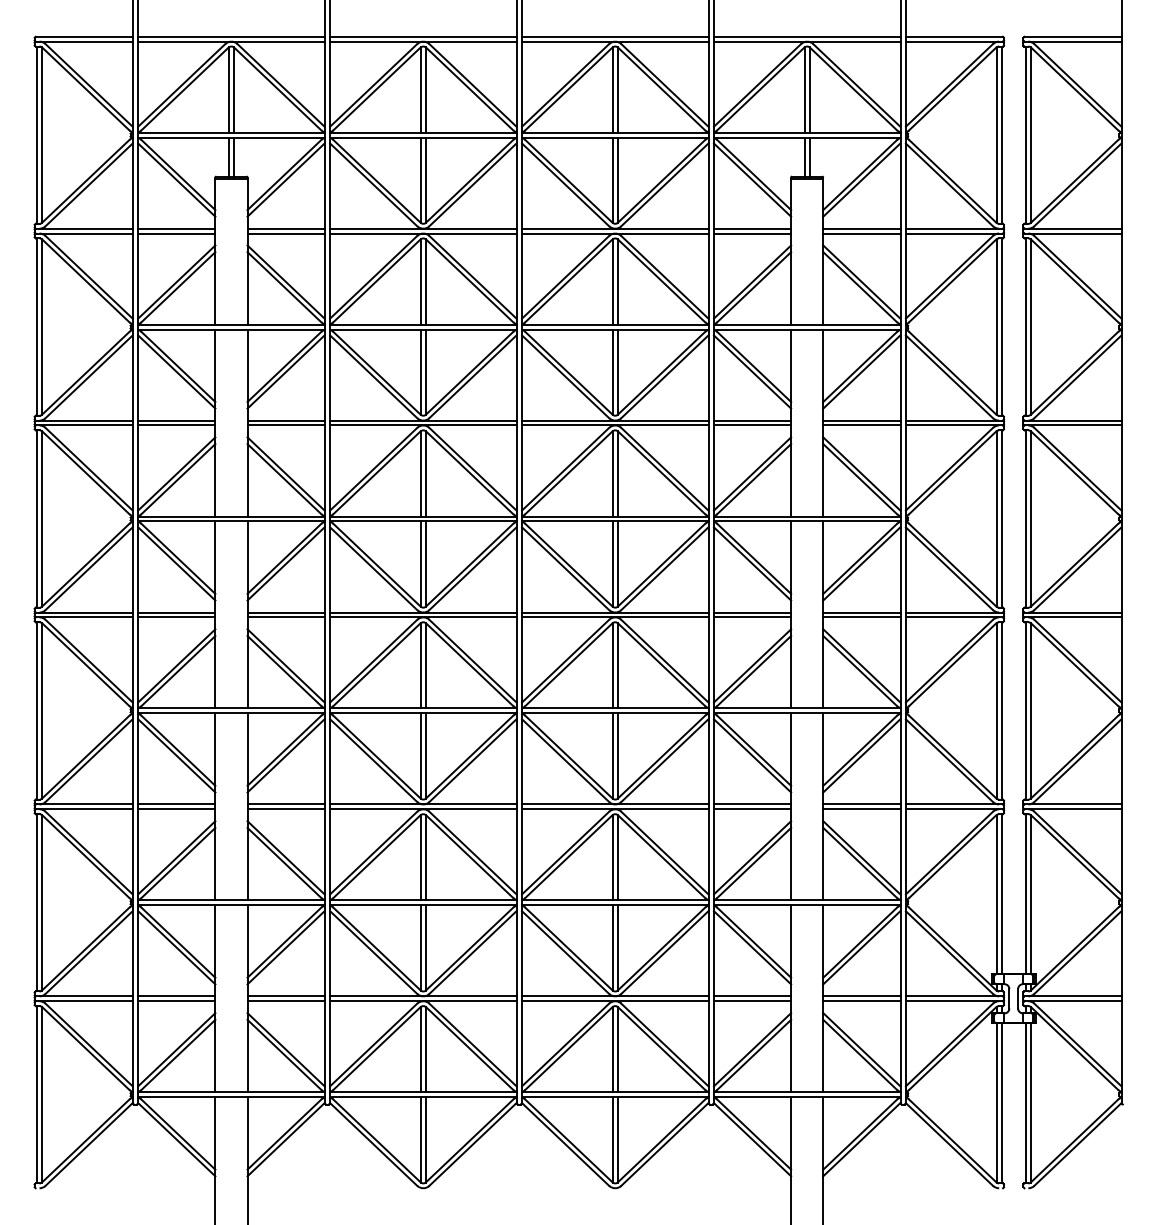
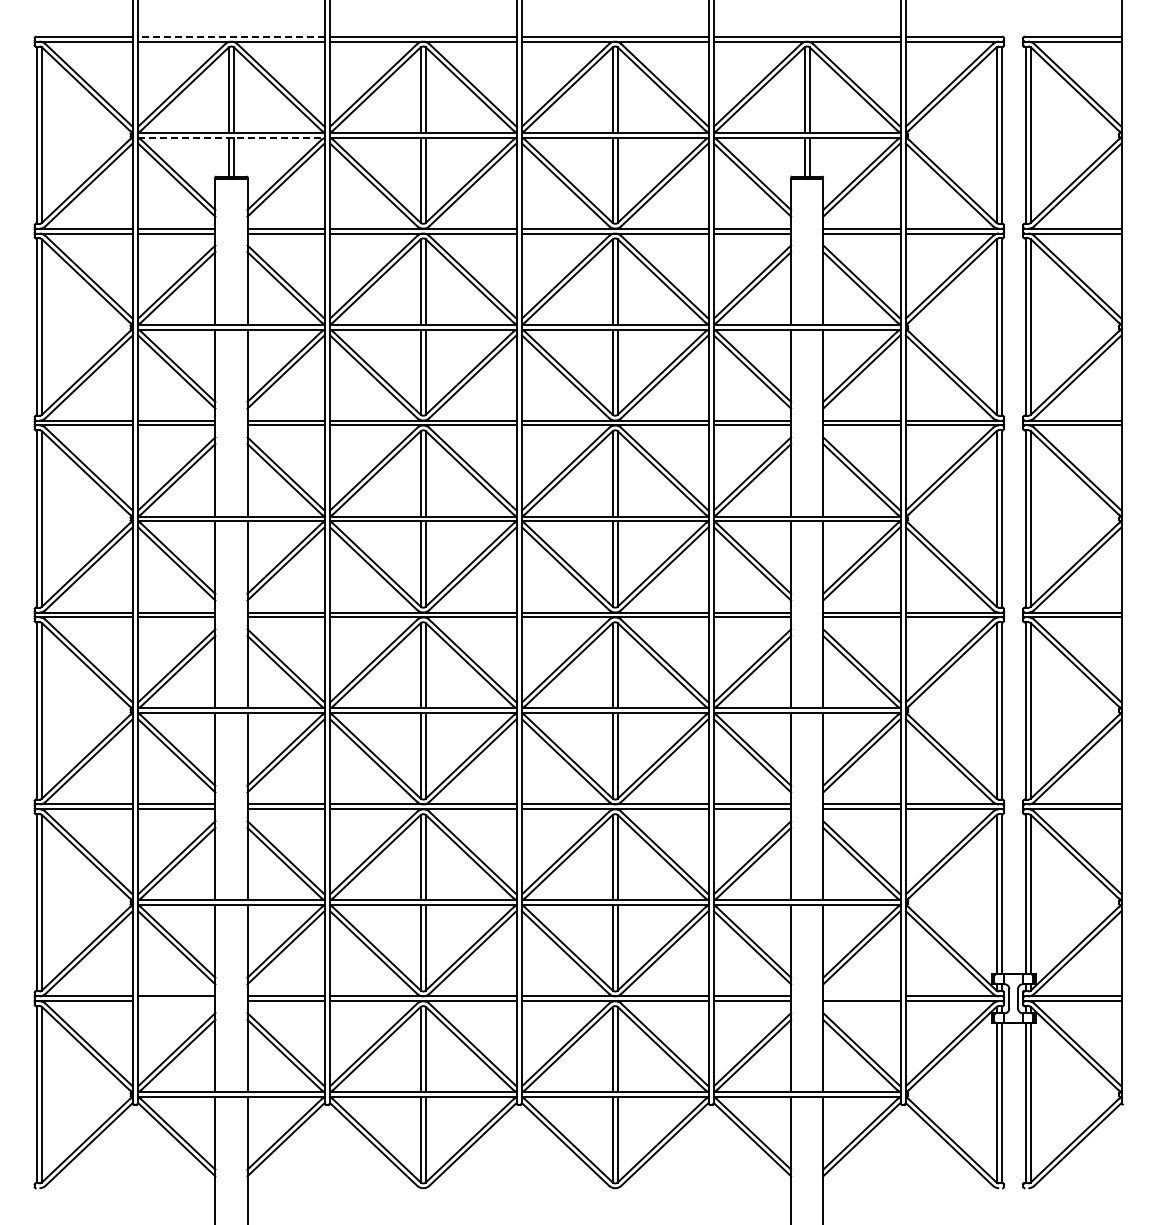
line at (231, 36): solid -> dashed
line at (231, 137): solid -> dashed
line at (861, 996): present -> none
line at (176, 1001): present -> none
